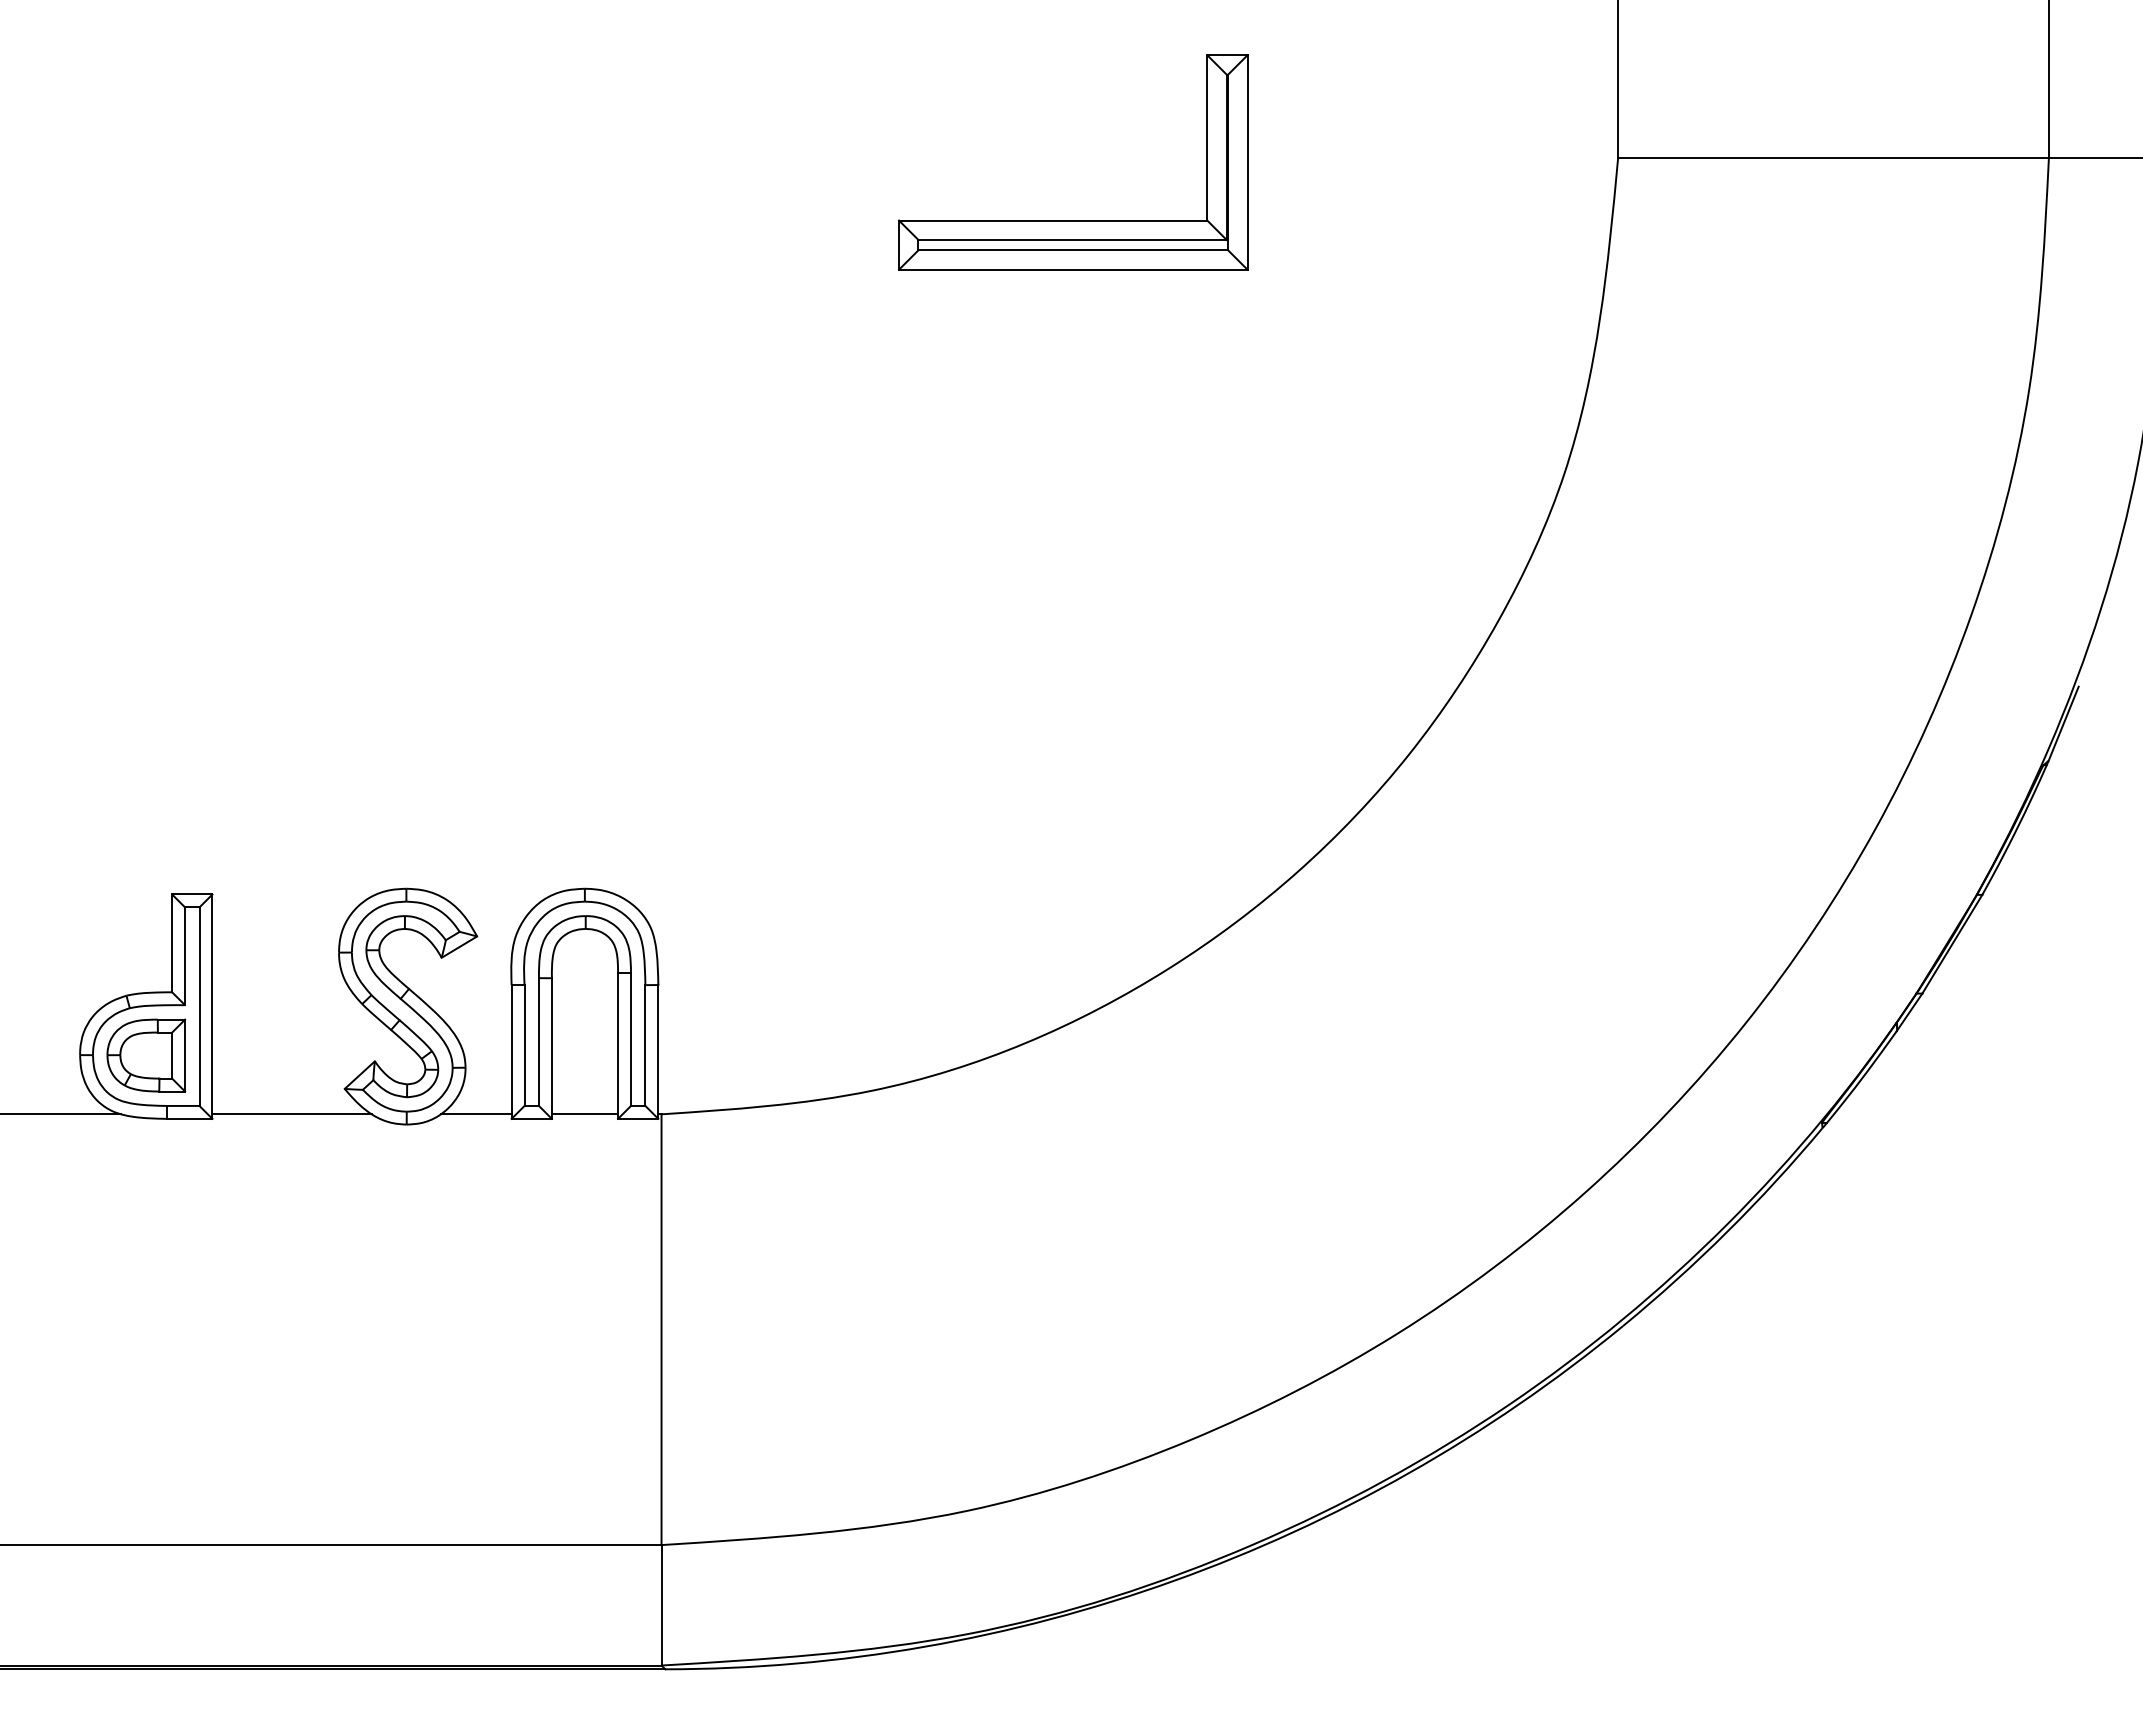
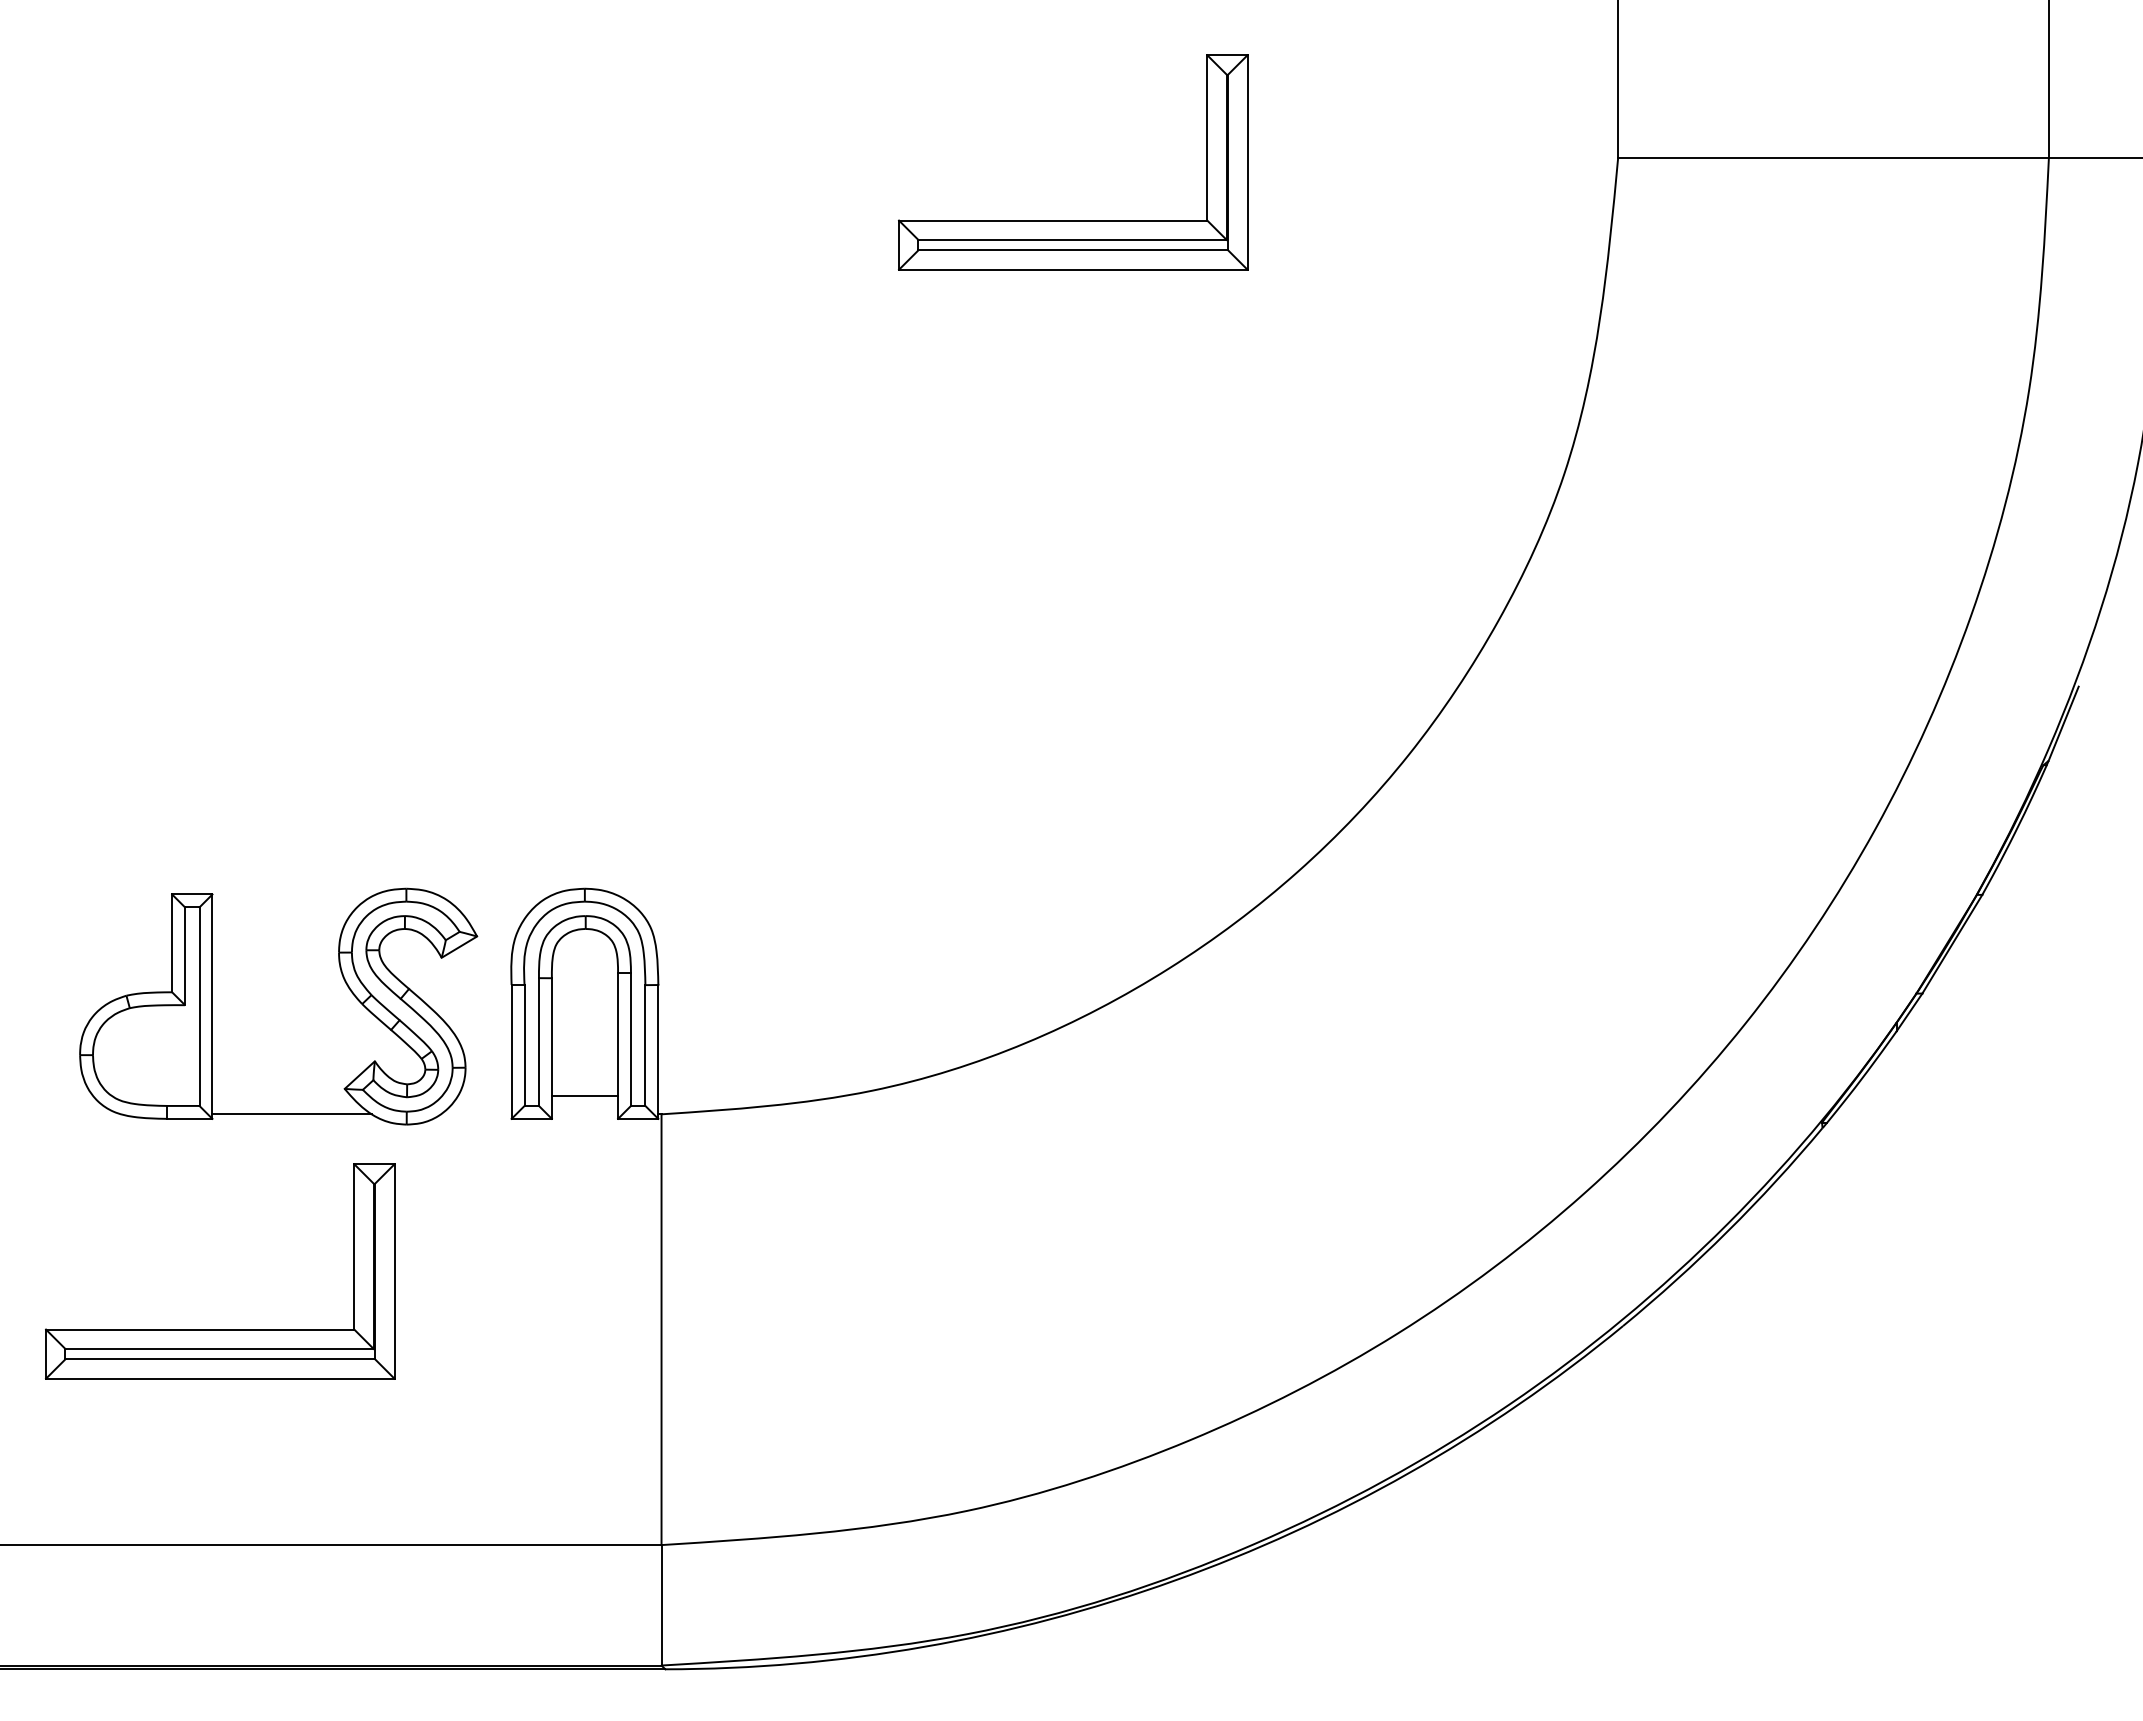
part at (146, 1055): present -> none
line at (61, 1114): present -> none
line at (476, 1114): present -> none
line at (584, 1114) position: (584, 1114) -> (584, 1096)
part at (220, 1329): none -> present
